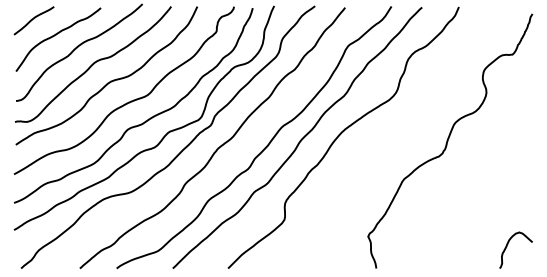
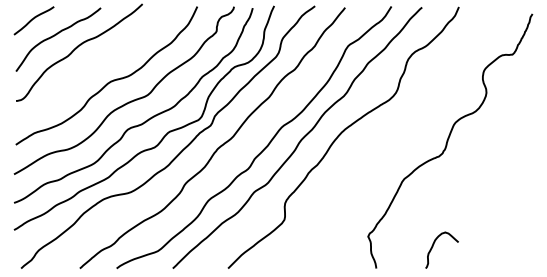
curve at (92, 64): present -> none
curve at (507, 246) position: (507, 246) -> (433, 246)
